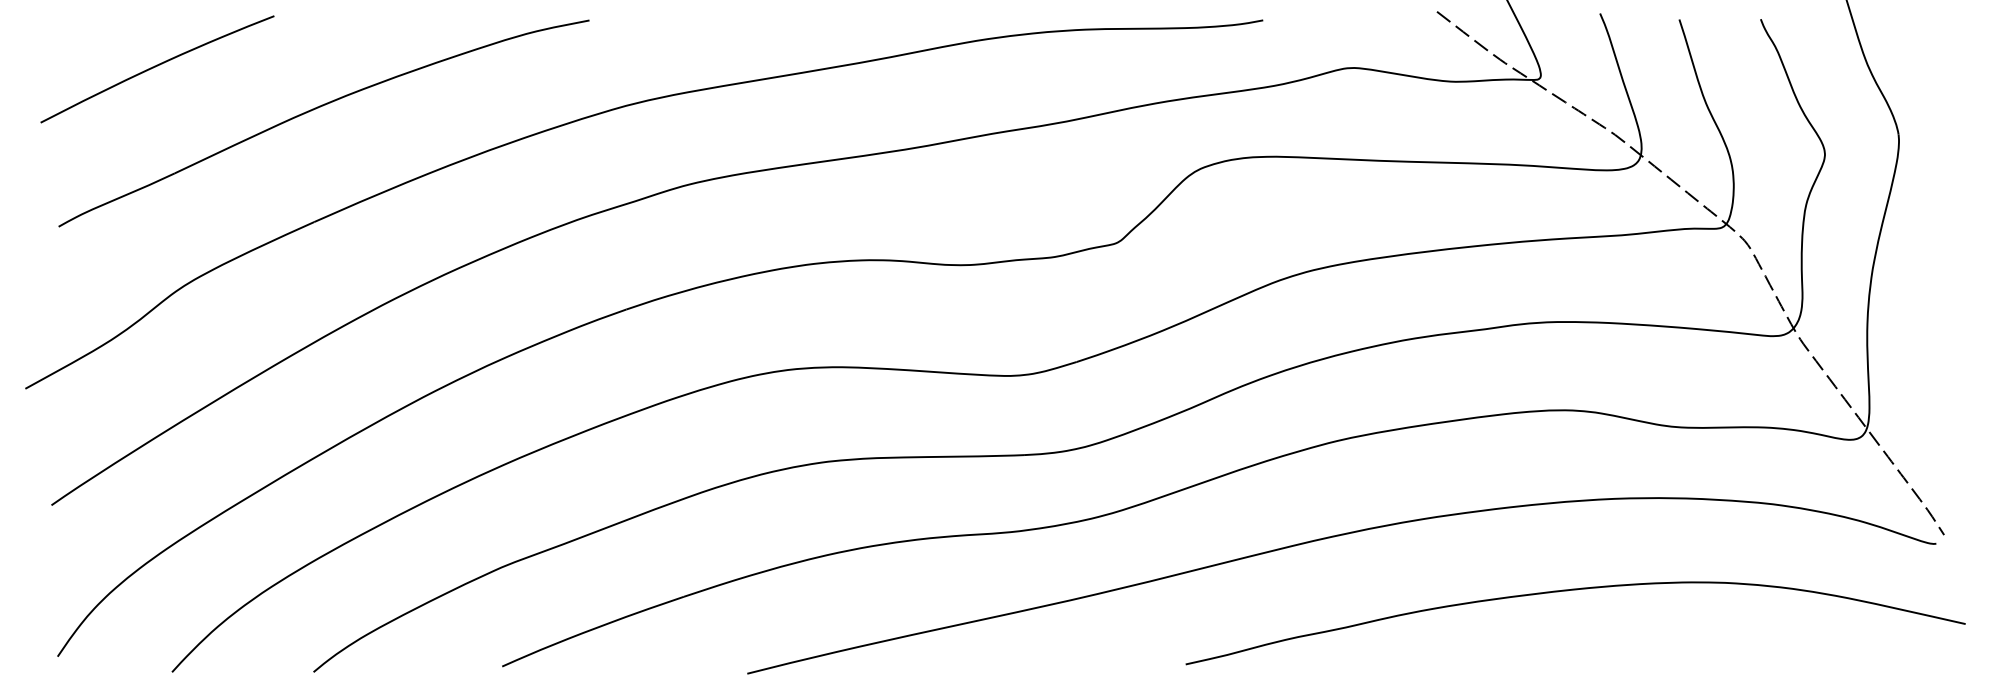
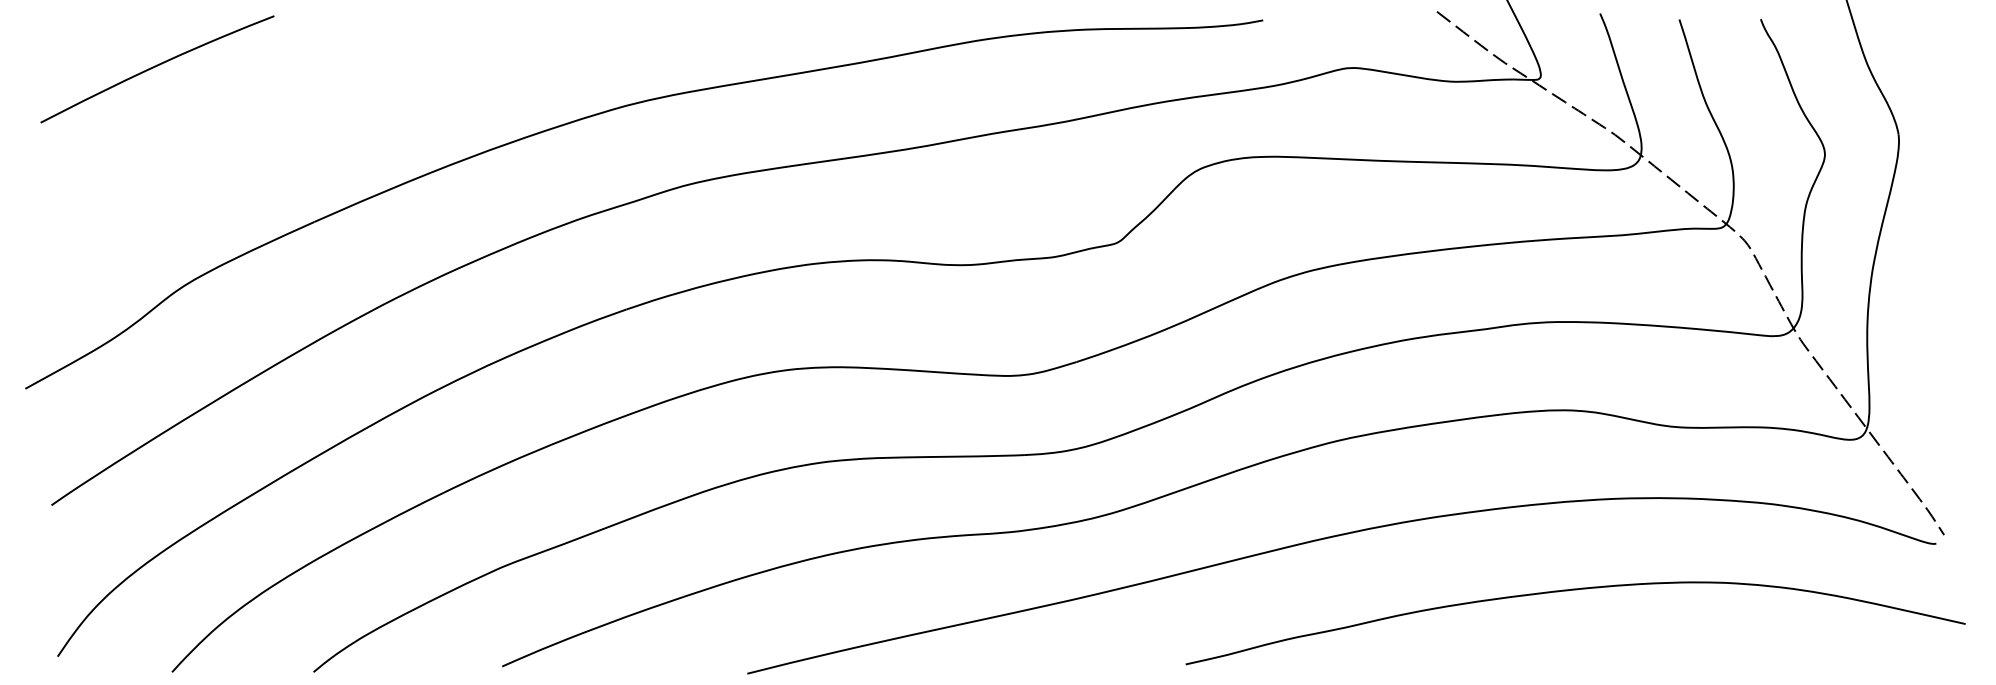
part at (316, 109): present -> none
